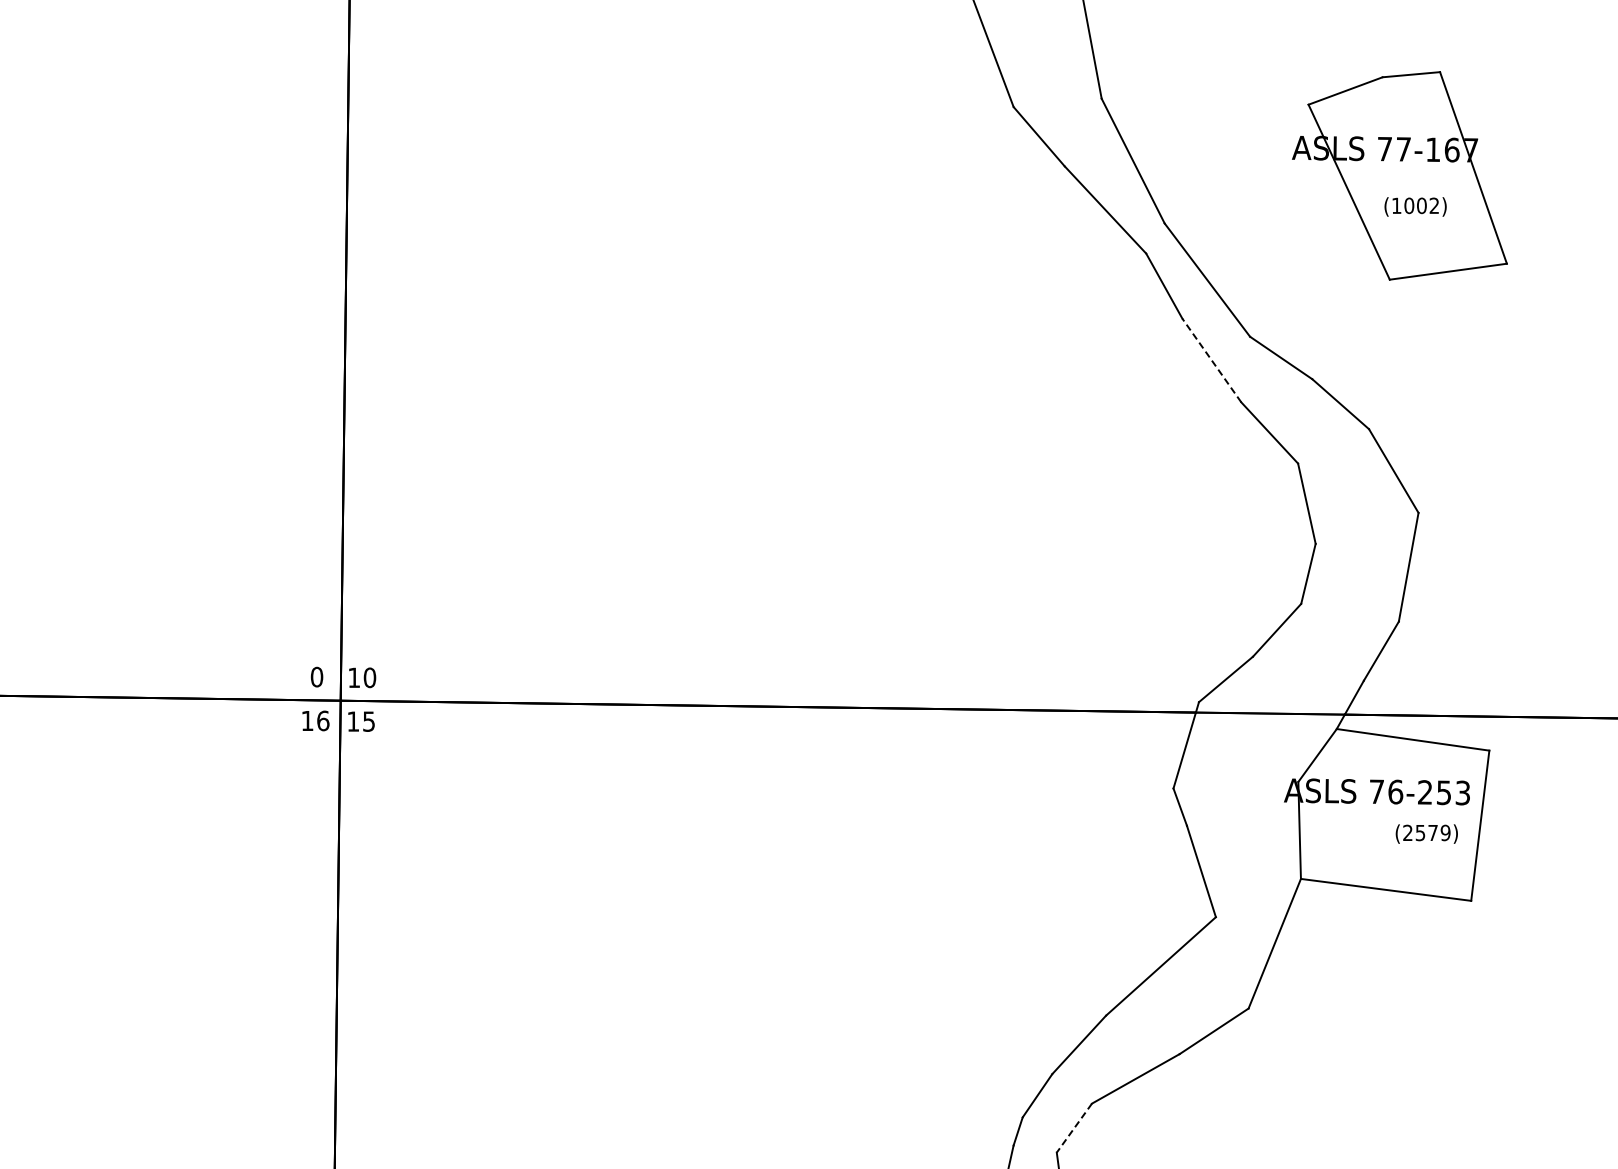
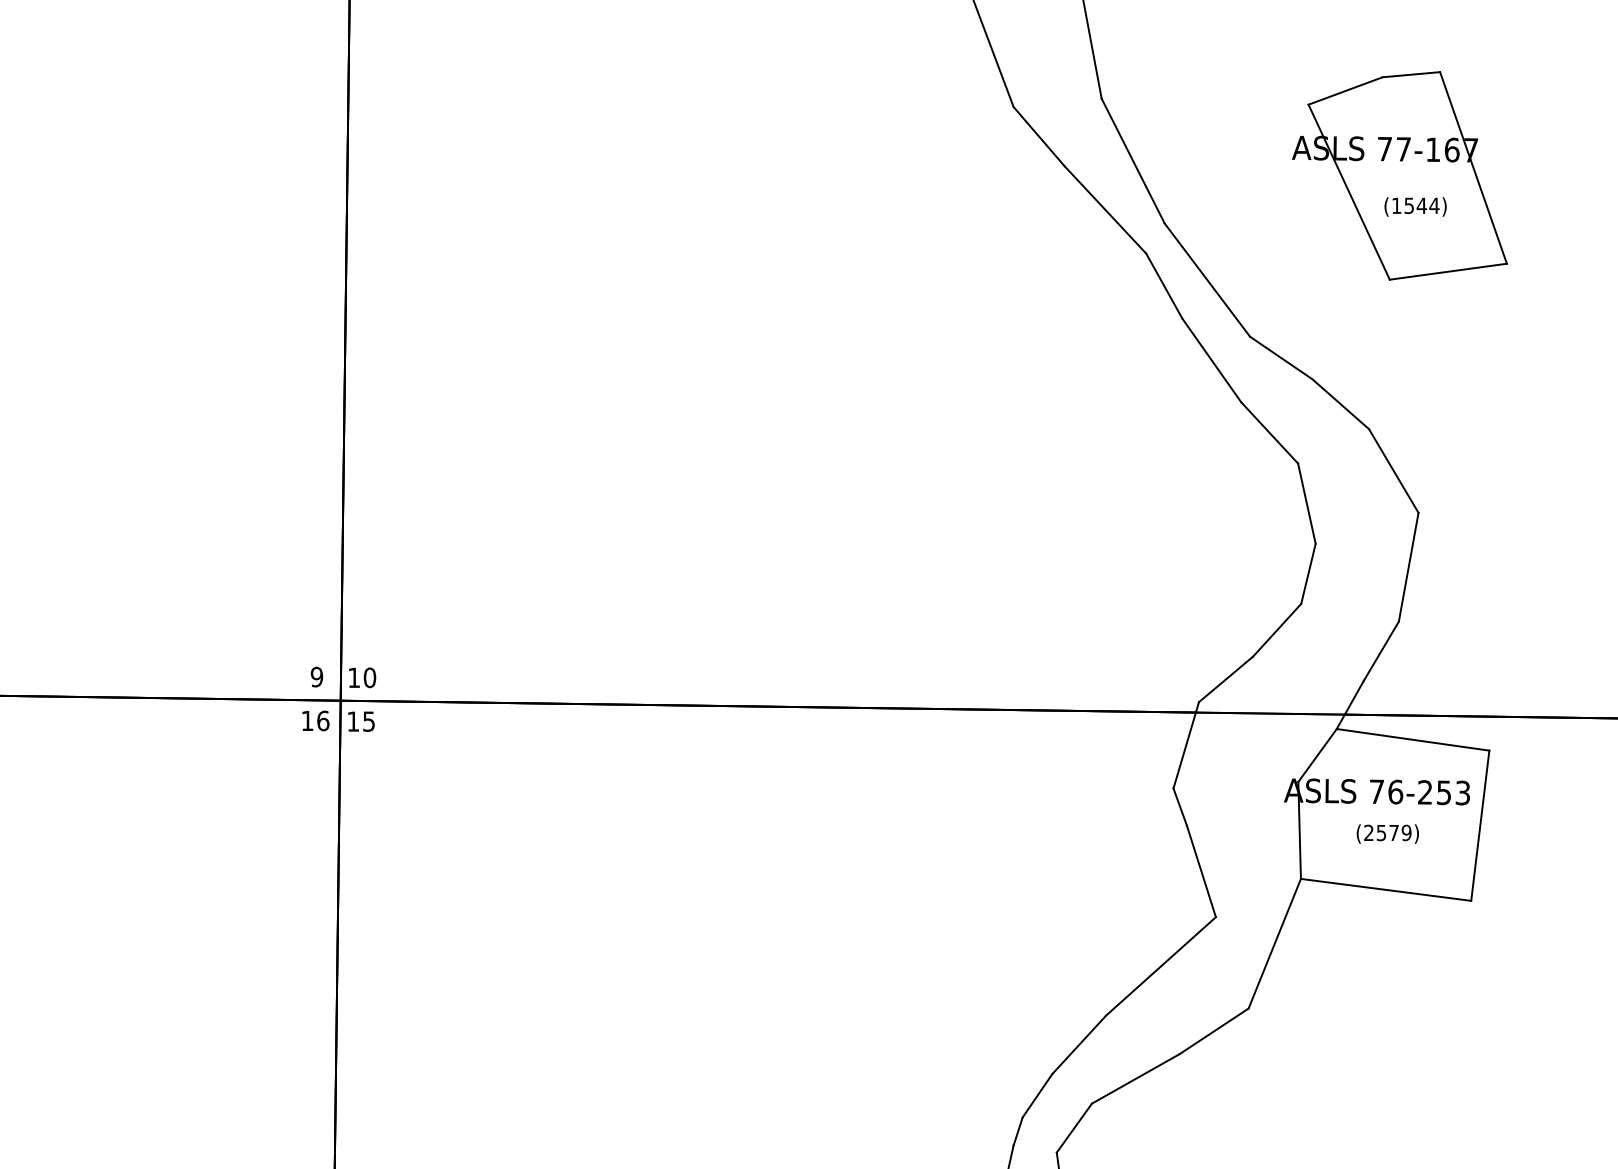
text at (1421, 205): (1002) -> (1544)
line at (1211, 360): dashed -> solid
text at (316, 677): 0 -> 9
text at (1426, 833) position: (1426, 833) -> (1387, 833)
line at (1074, 1128): dashed -> solid
